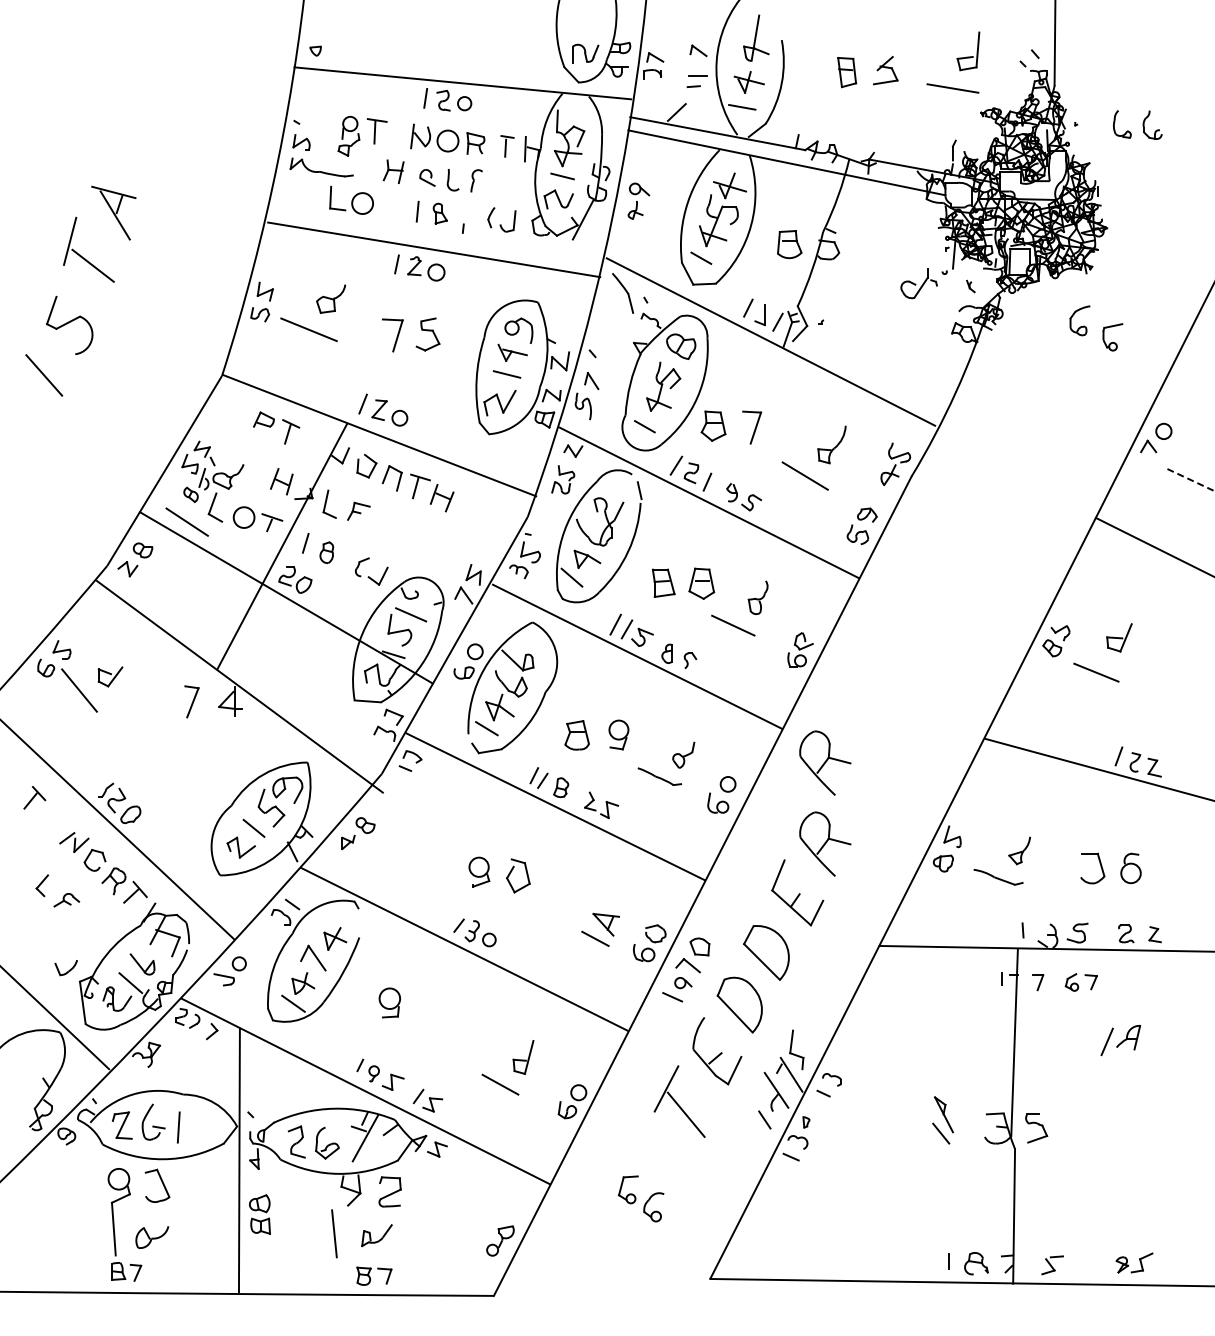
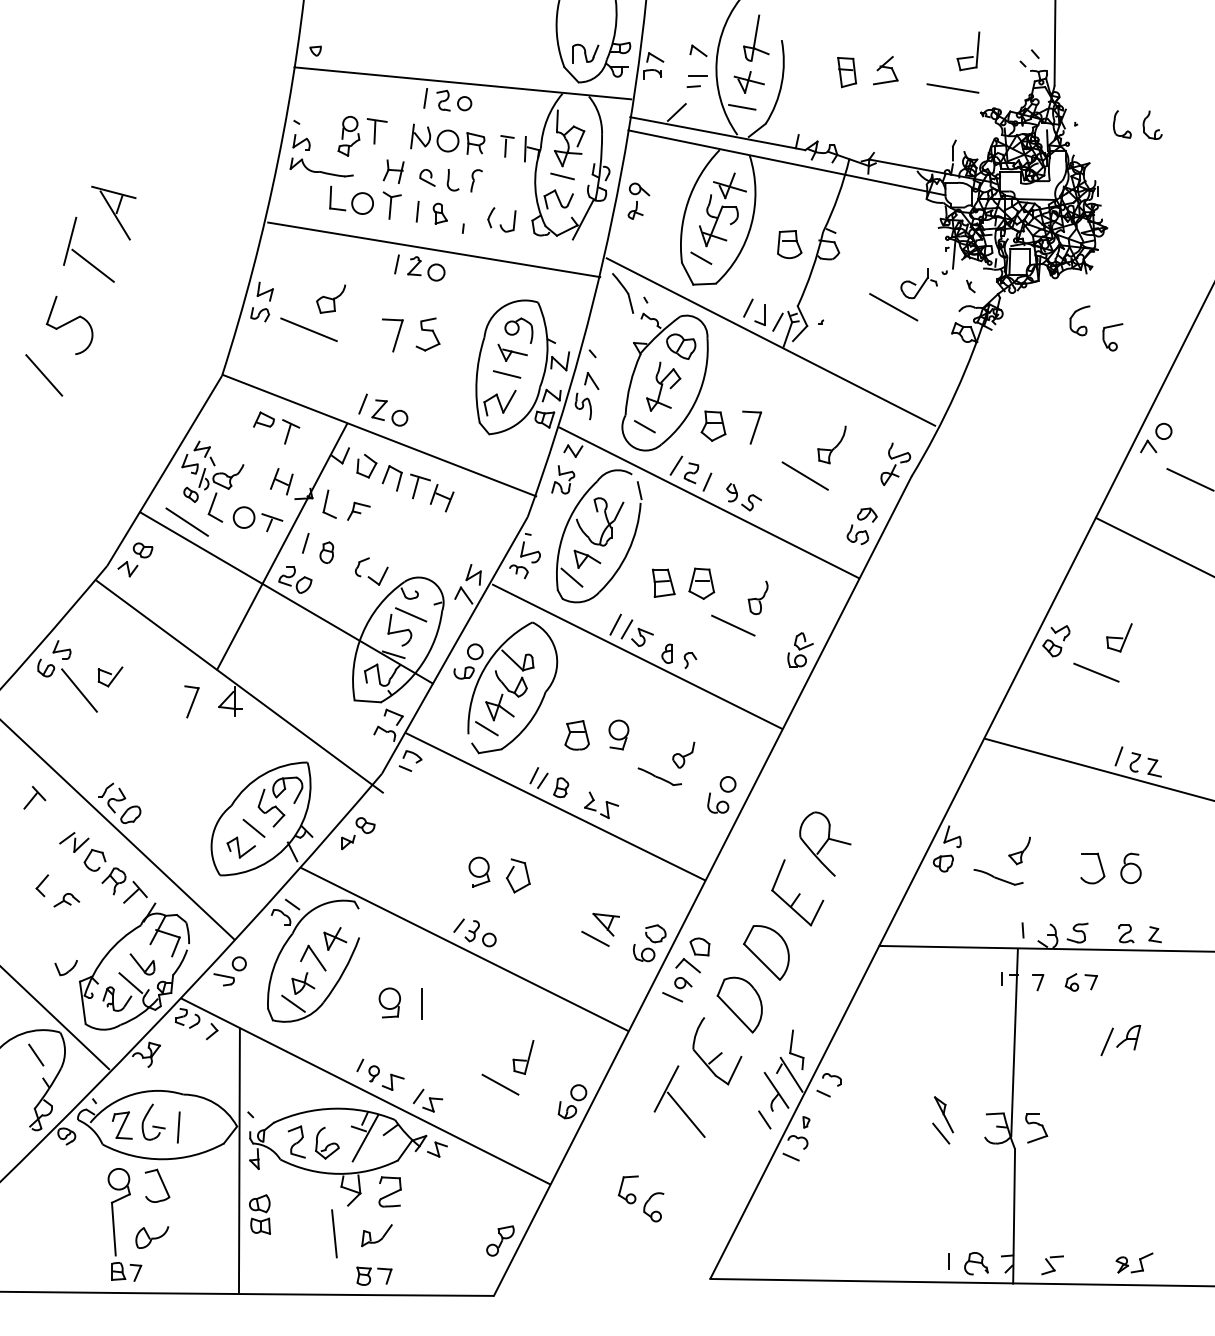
part at (391, 205): none -> present
line at (893, 307): none -> present
line at (1190, 480): dashed -> solid
part at (825, 762): present -> none
line at (422, 1004): none -> present
line at (36, 1054): none -> present
